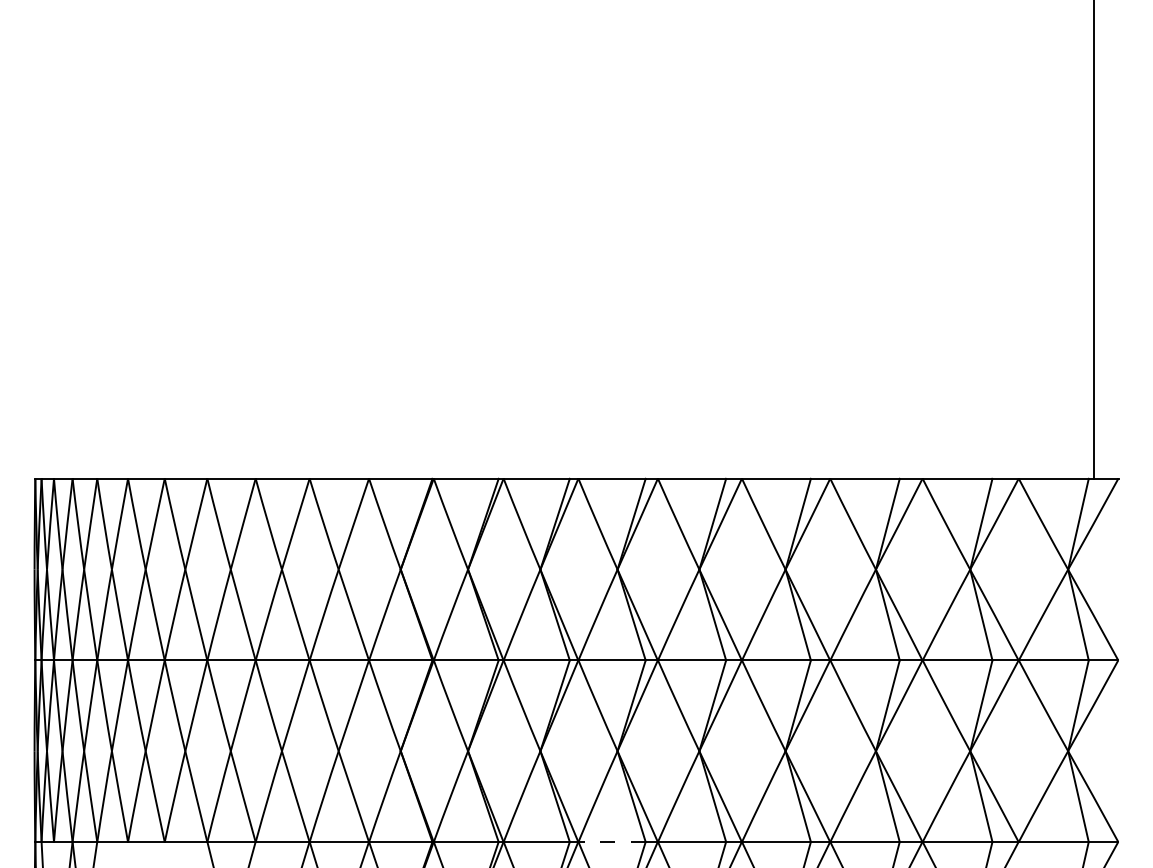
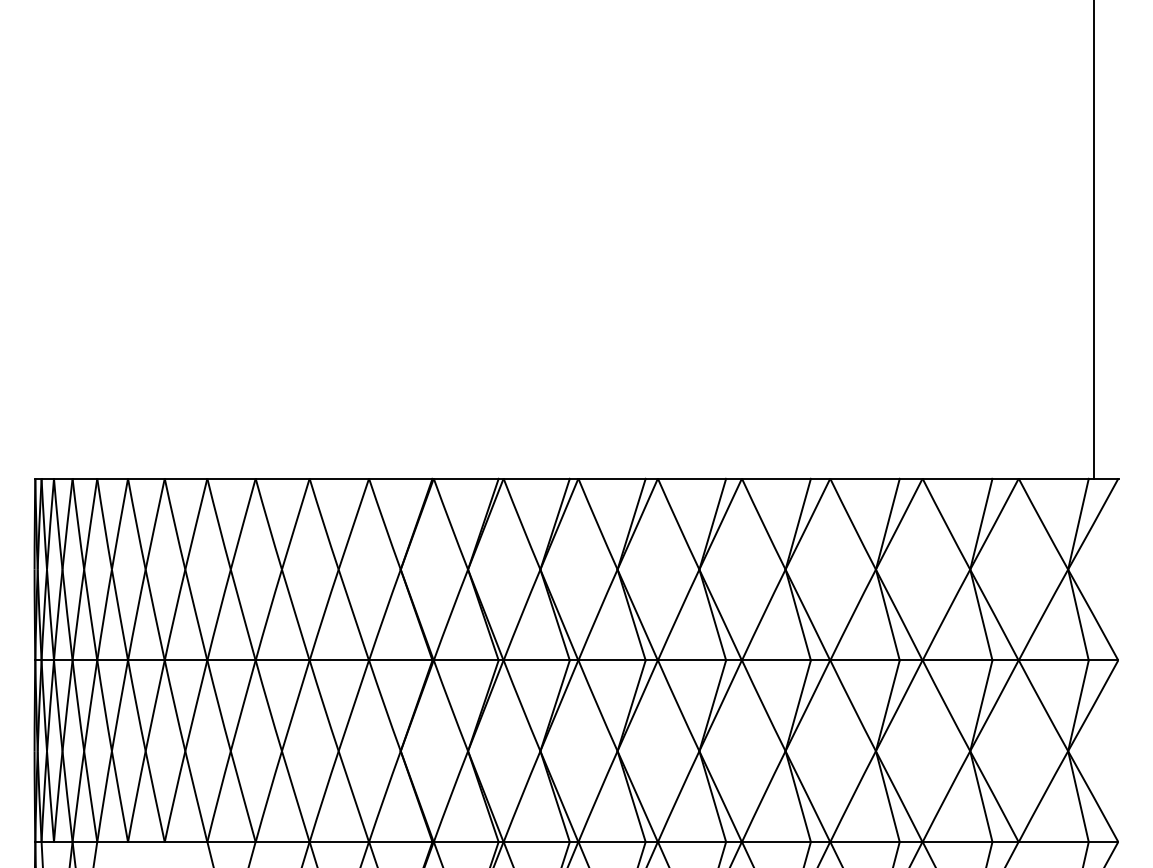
line at (612, 841): dashed -> solid
